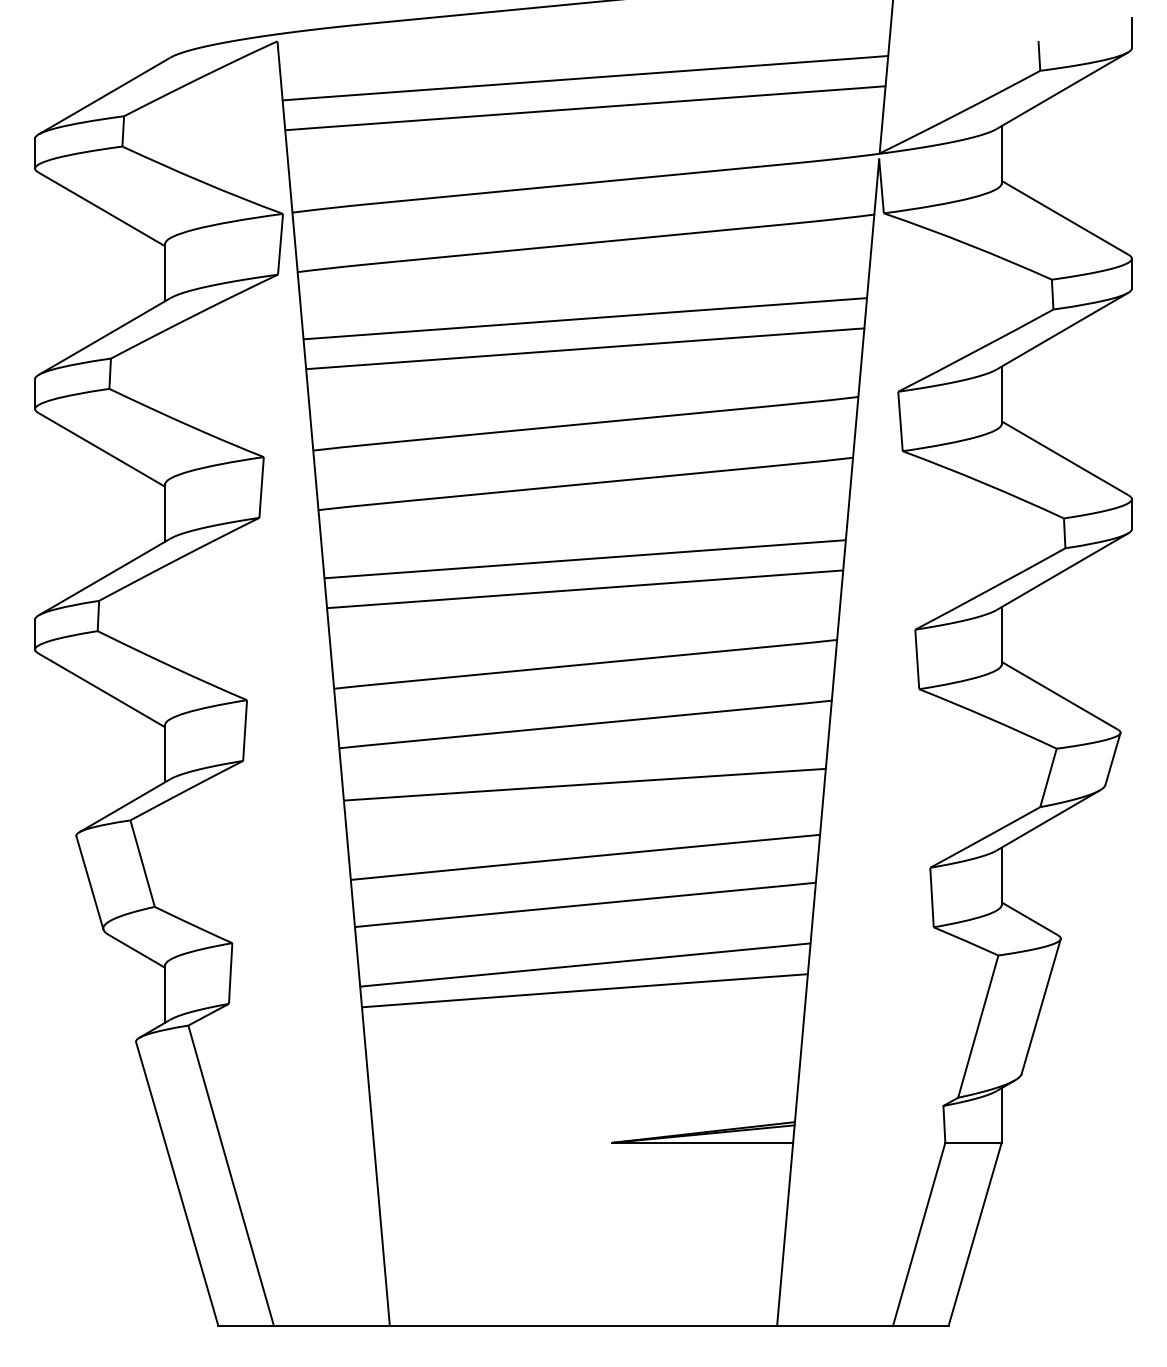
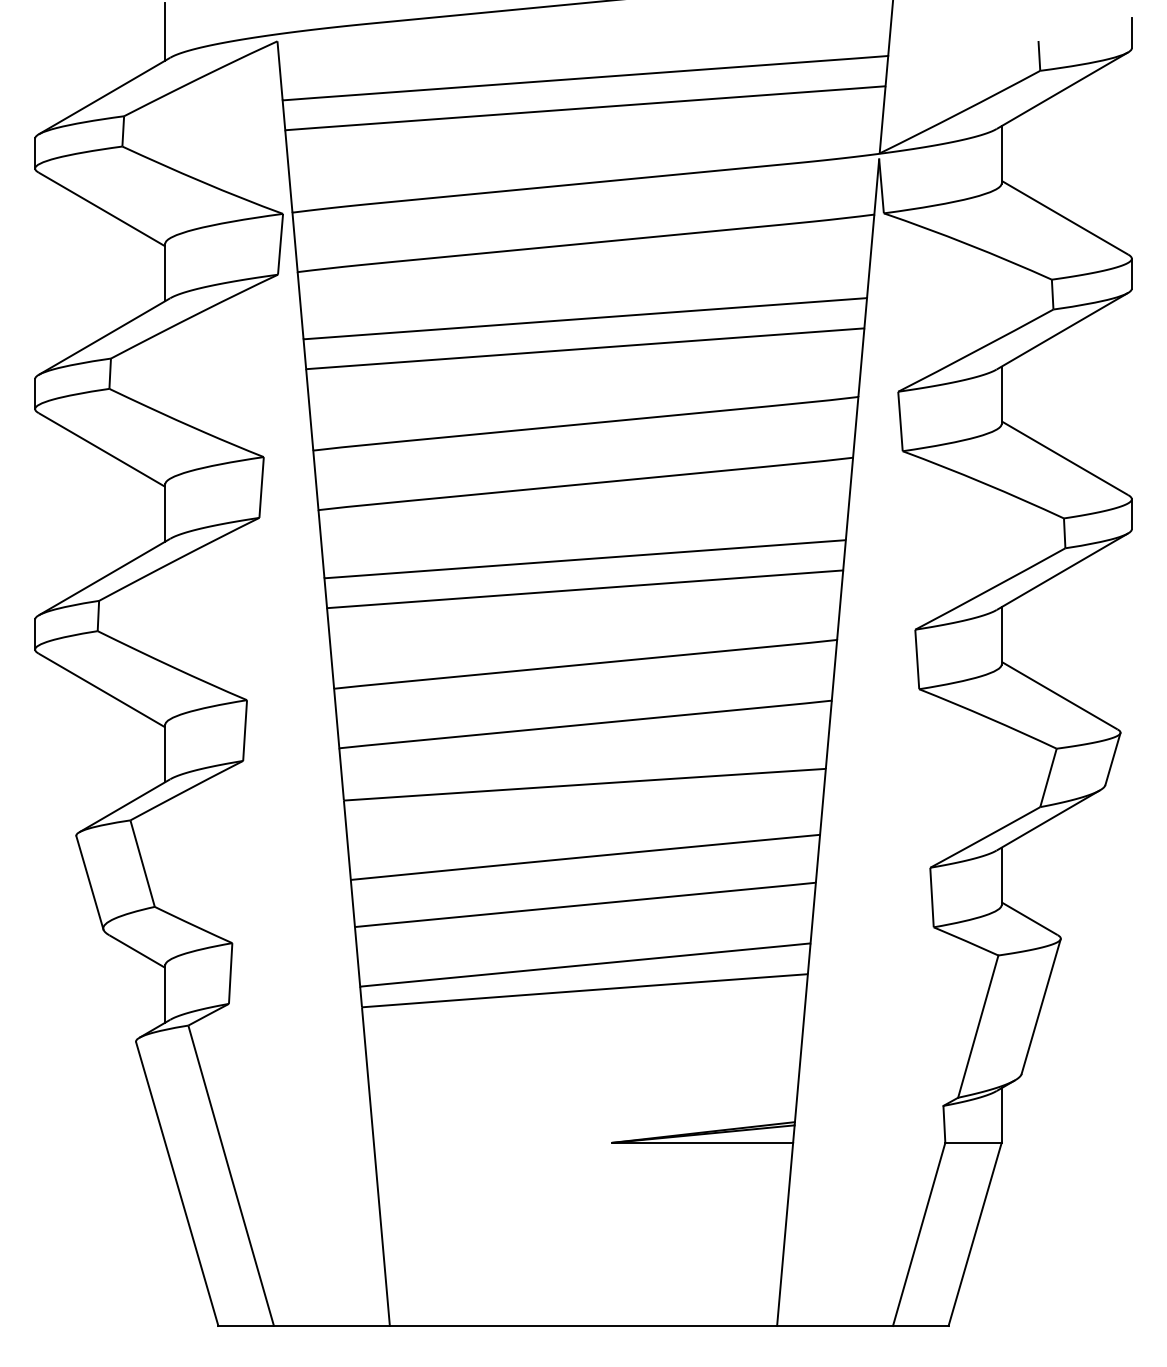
line at (165, 31): none -> present
